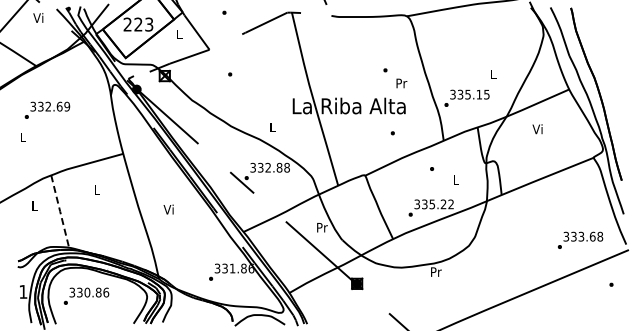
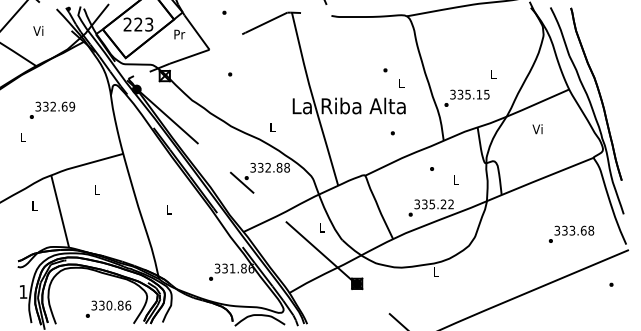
text at (38, 17) position: (38, 17) -> (38, 30)
text at (179, 34): L -> Pr
text at (401, 83): Pr -> L
text at (47, 109) position: (47, 109) -> (52, 109)
text at (168, 209): Vi -> L
line at (60, 211): dashed -> solid
text at (322, 227): Pr -> L
text at (580, 239) position: (580, 239) -> (571, 233)
text at (436, 271): Pr -> L
text at (86, 295) position: (86, 295) -> (108, 308)
